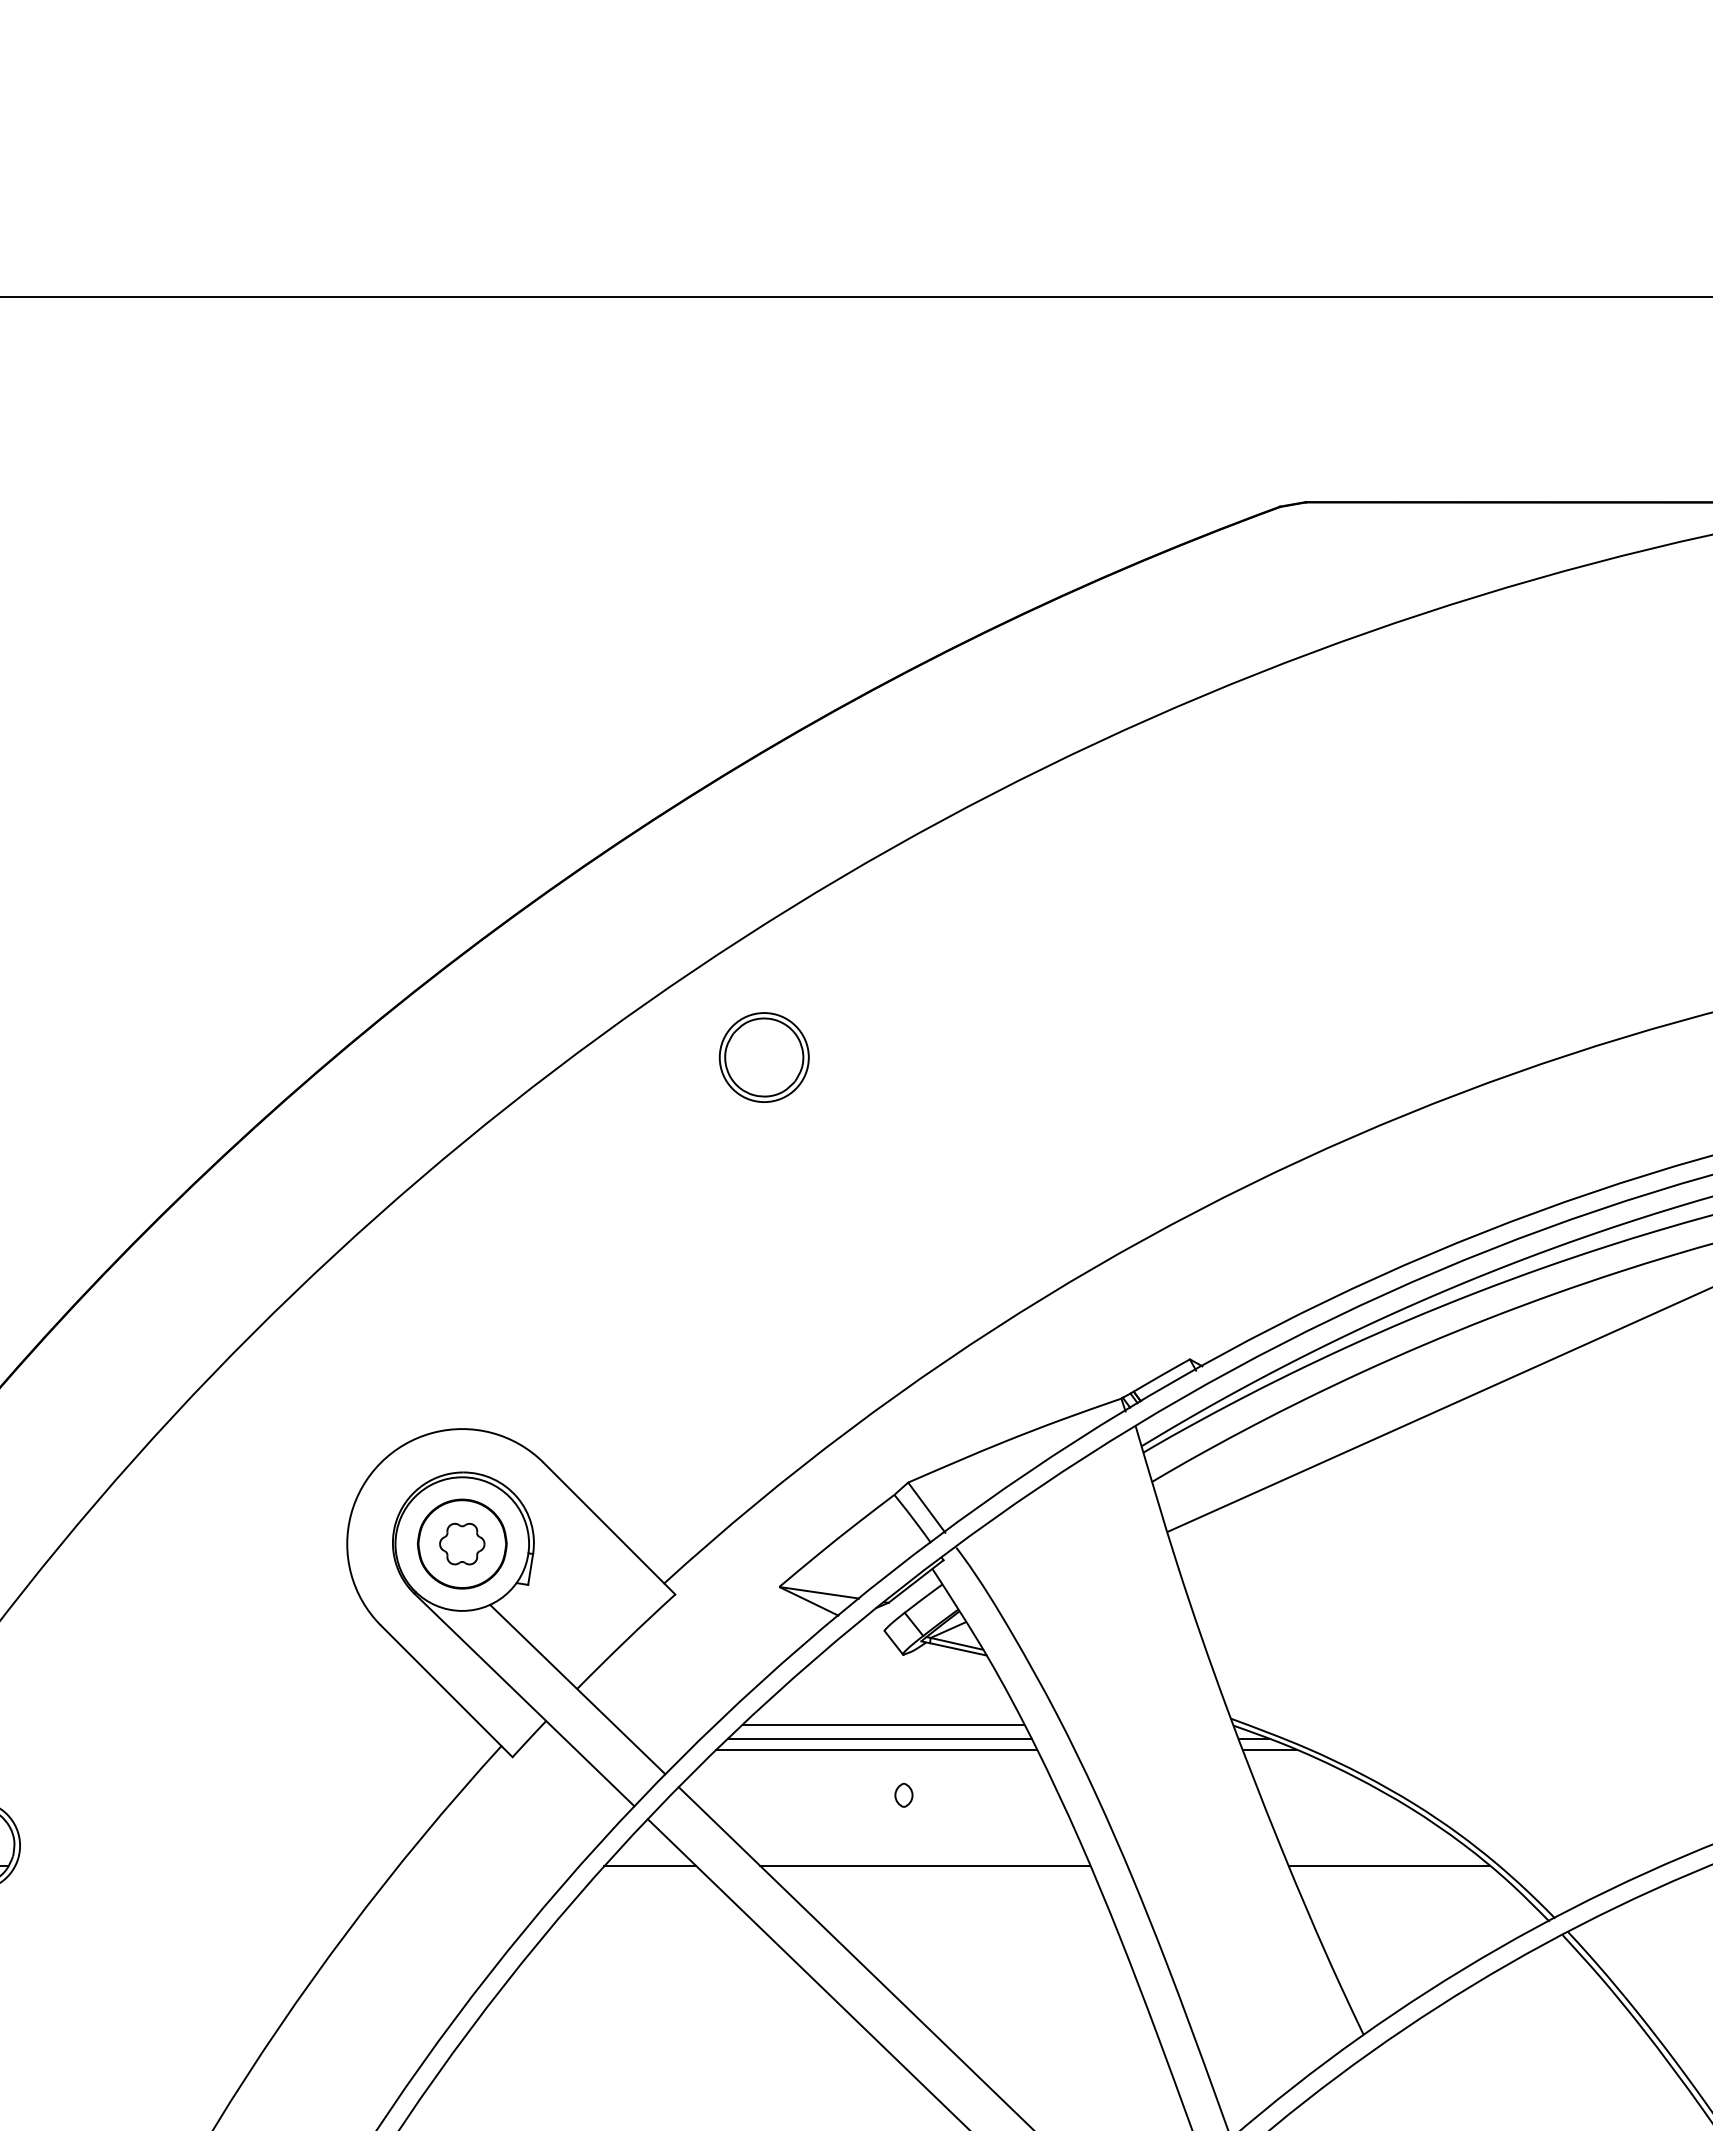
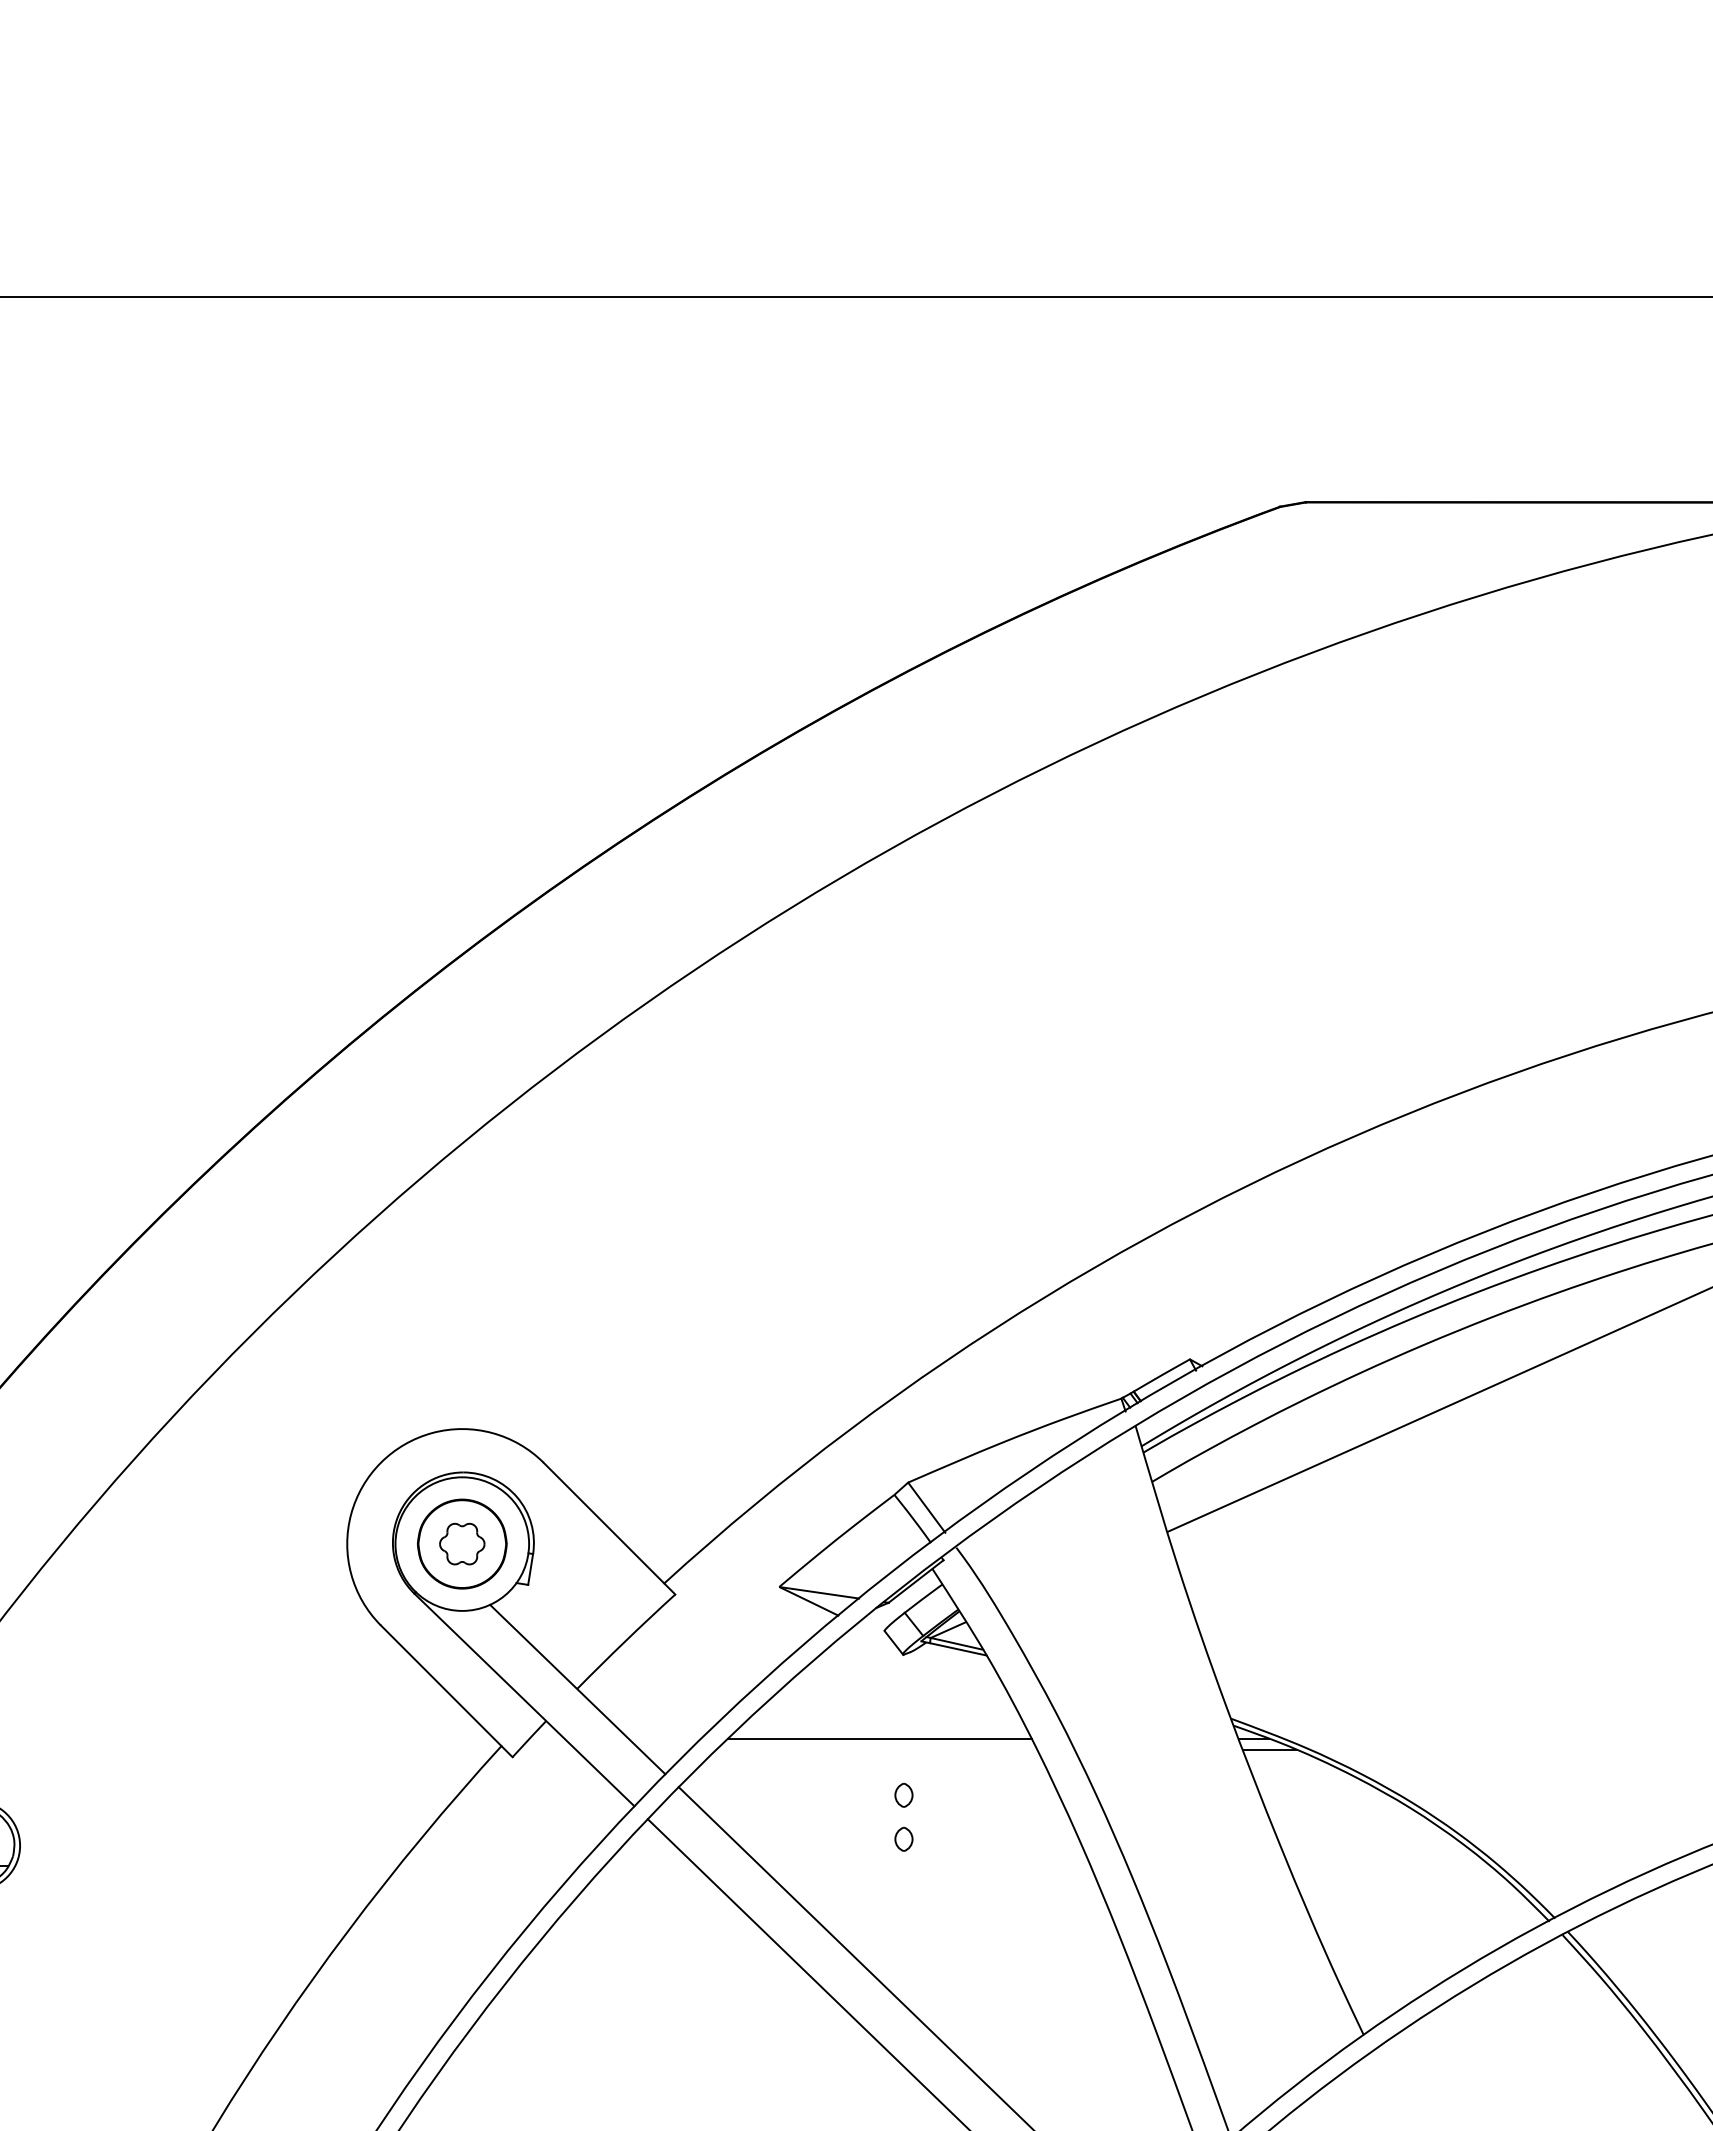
part at (763, 1057): present -> none
line at (882, 1724): present -> none
line at (876, 1750): present -> none
part at (903, 1838): none -> present
line at (650, 1866): present -> none
line at (925, 1866): present -> none
line at (1389, 1866): present -> none
